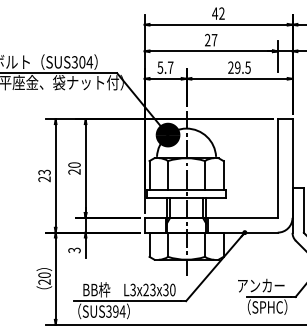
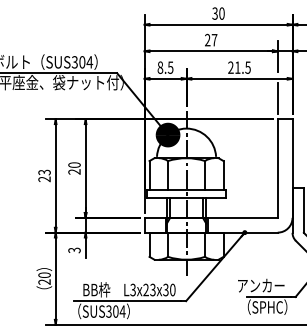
text at (218, 13): 42 -> 30
text at (165, 67): 5.7 -> 8.5
text at (237, 67): 29.5 -> 21.5
line at (277, 98): none -> present
text at (115, 311): SUS394 -> SUS304
